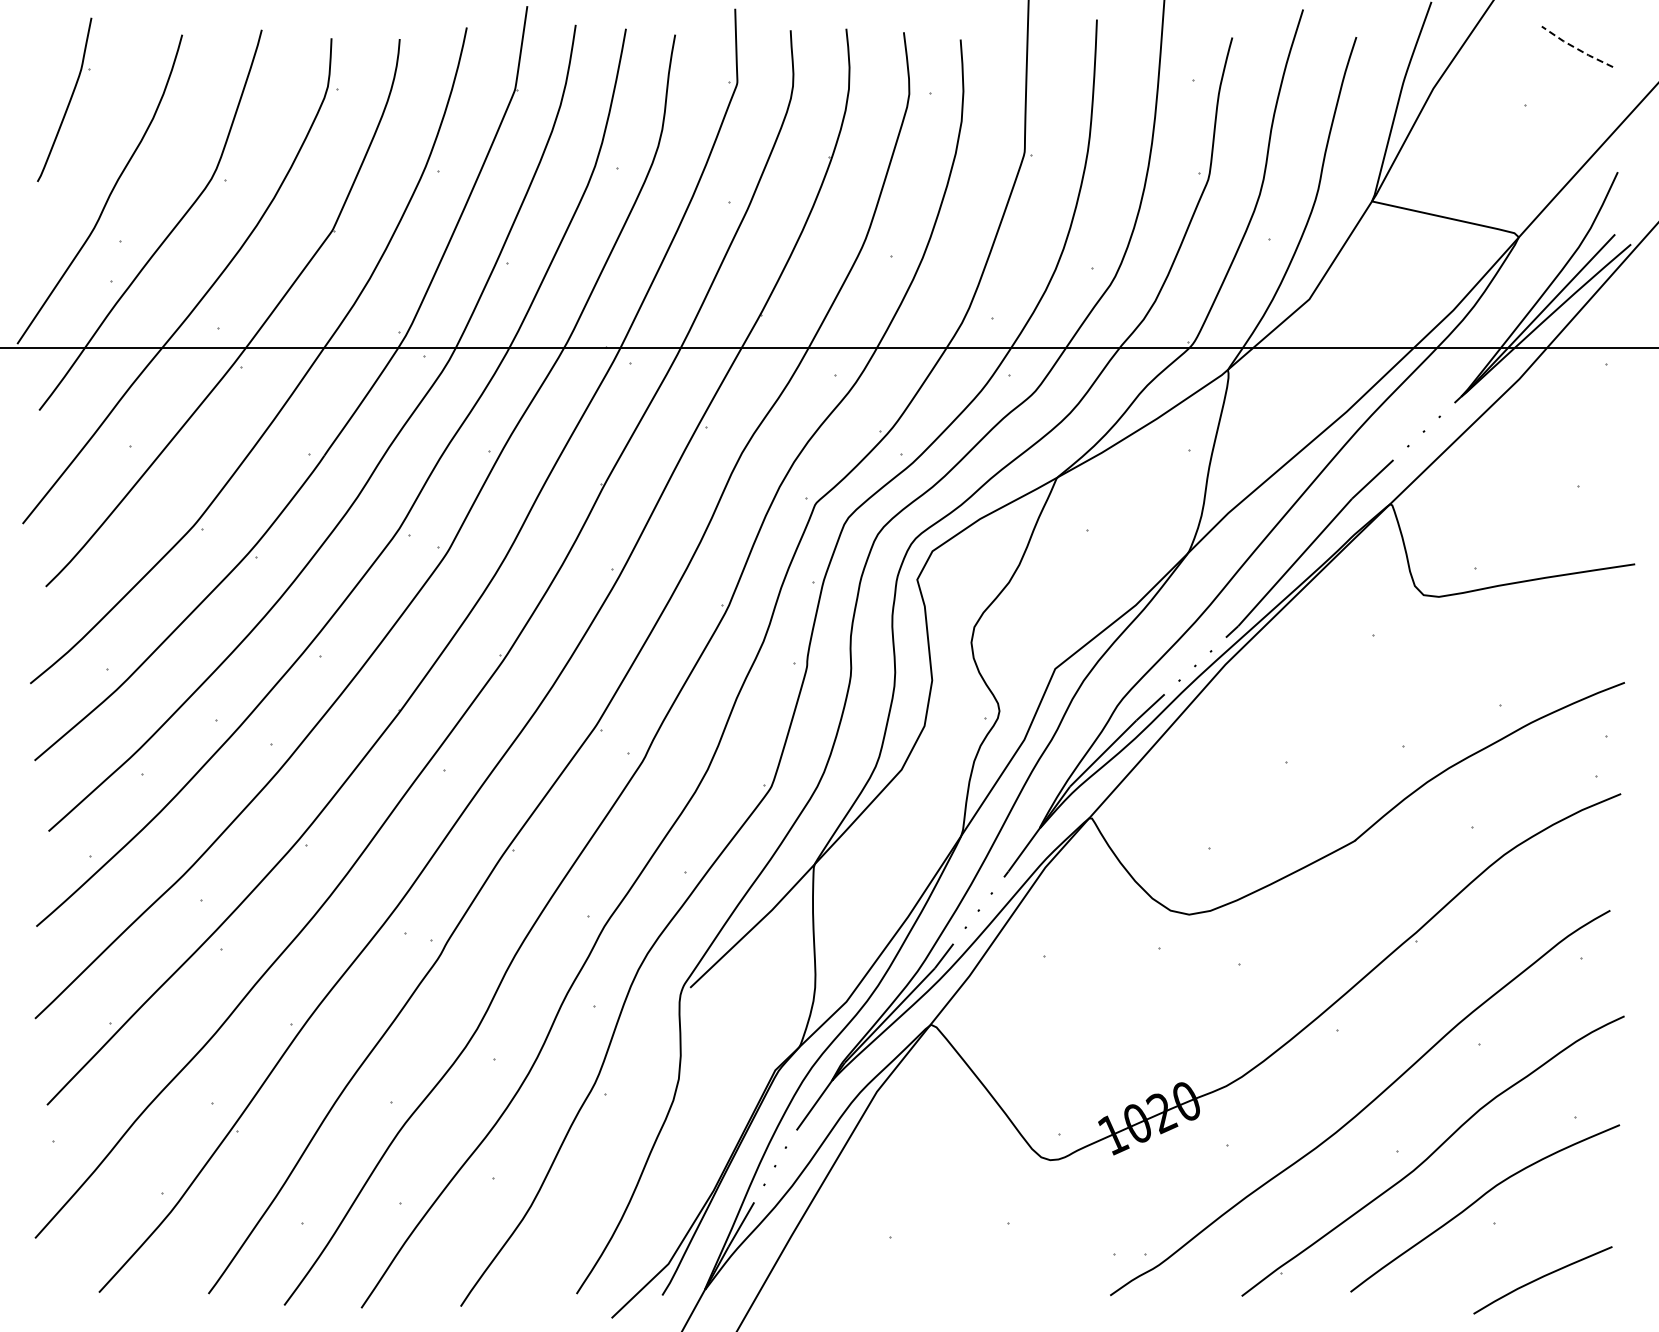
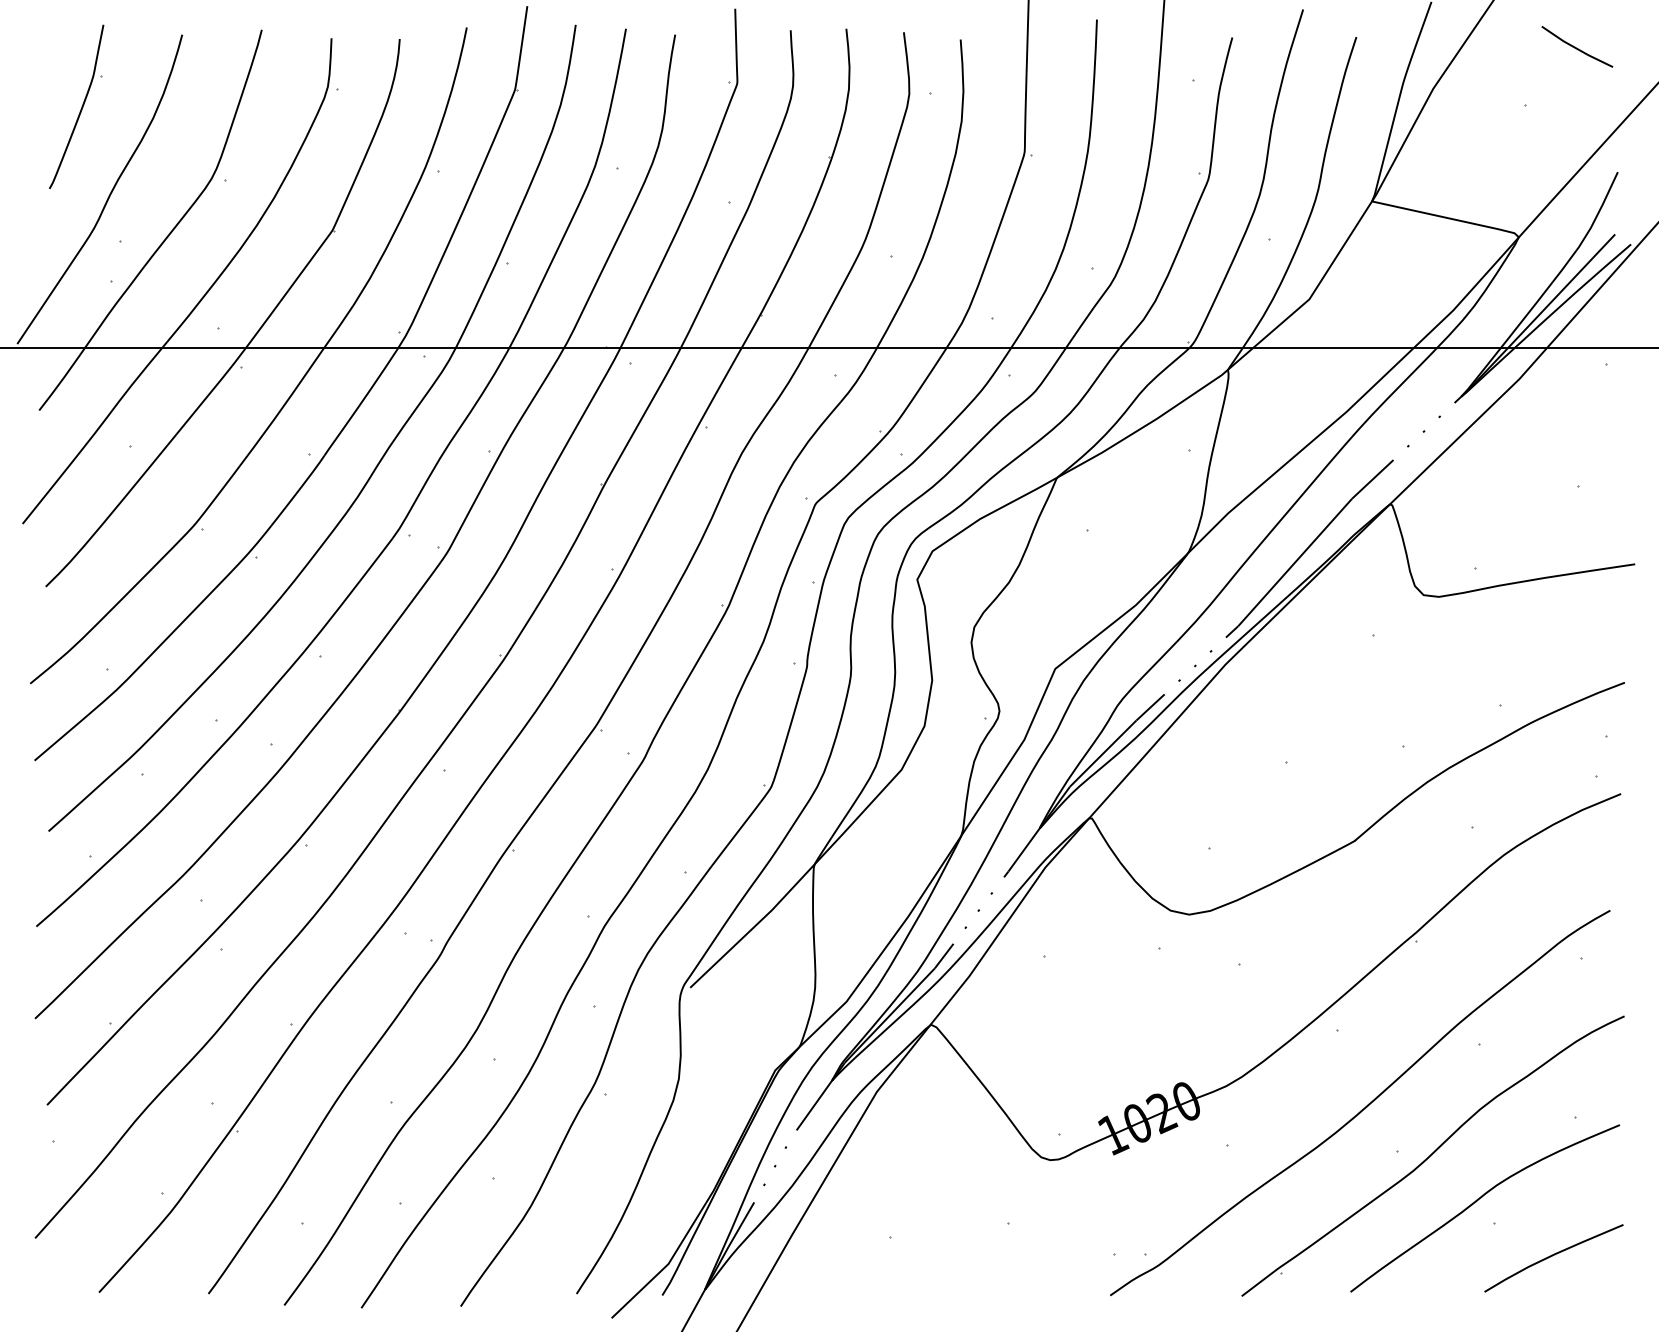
line at (1576, 48): dashed -> solid
part at (64, 99) position: (64, 99) -> (76, 106)
curve at (1541, 1278) position: (1541, 1278) -> (1552, 1256)
